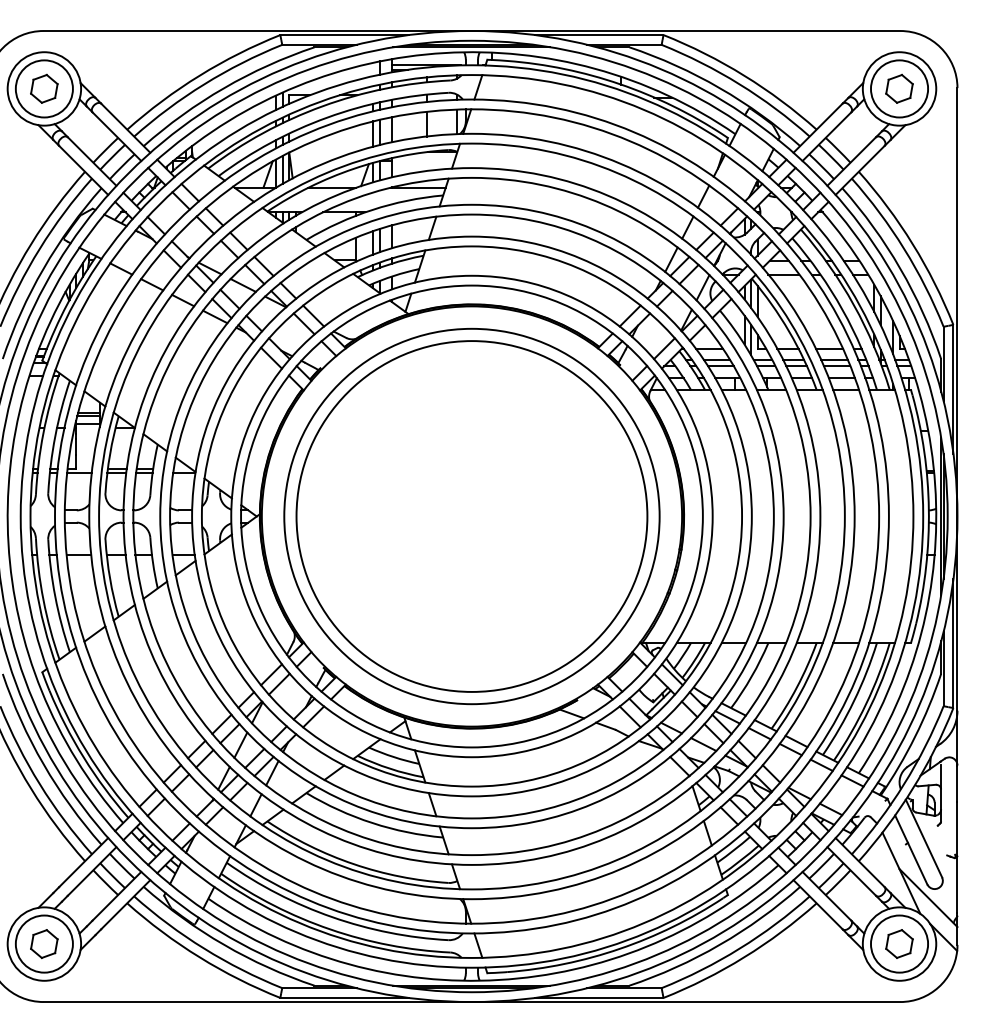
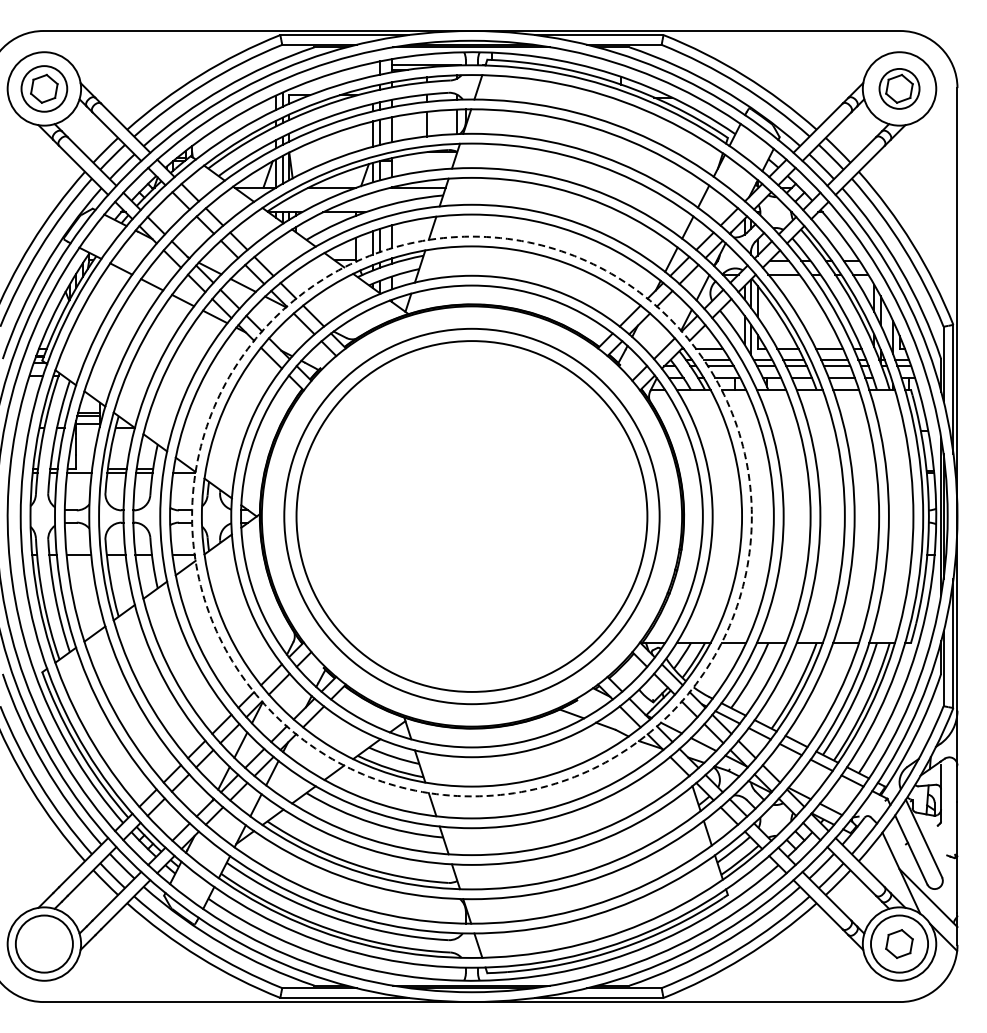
circle at (43, 88) diameter: 57 px -> 46 px
circle at (899, 88) diameter: 57 px -> 40 px
circle at (471, 516): solid -> dashed
part at (44, 944): present -> none
